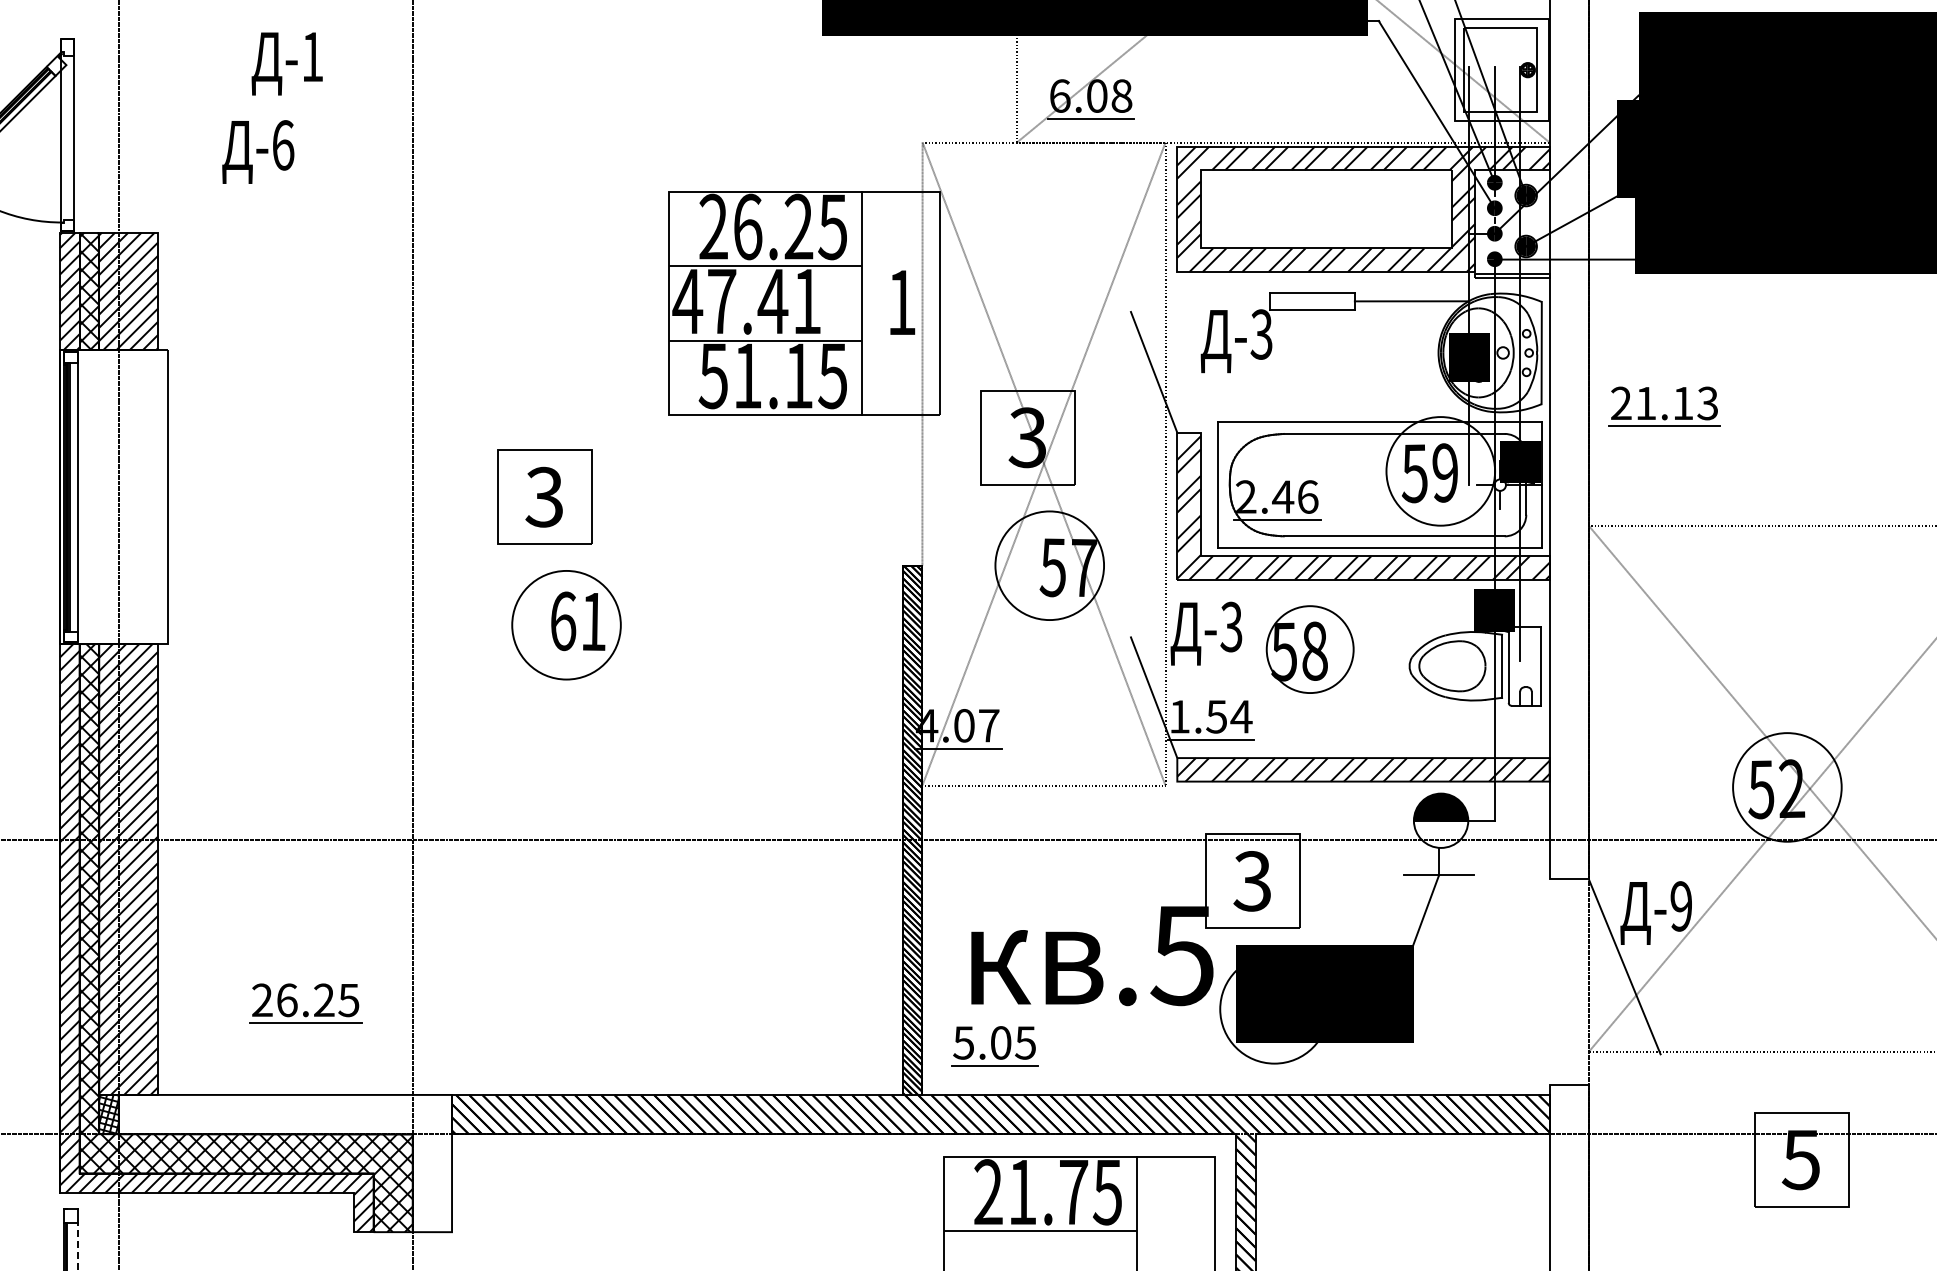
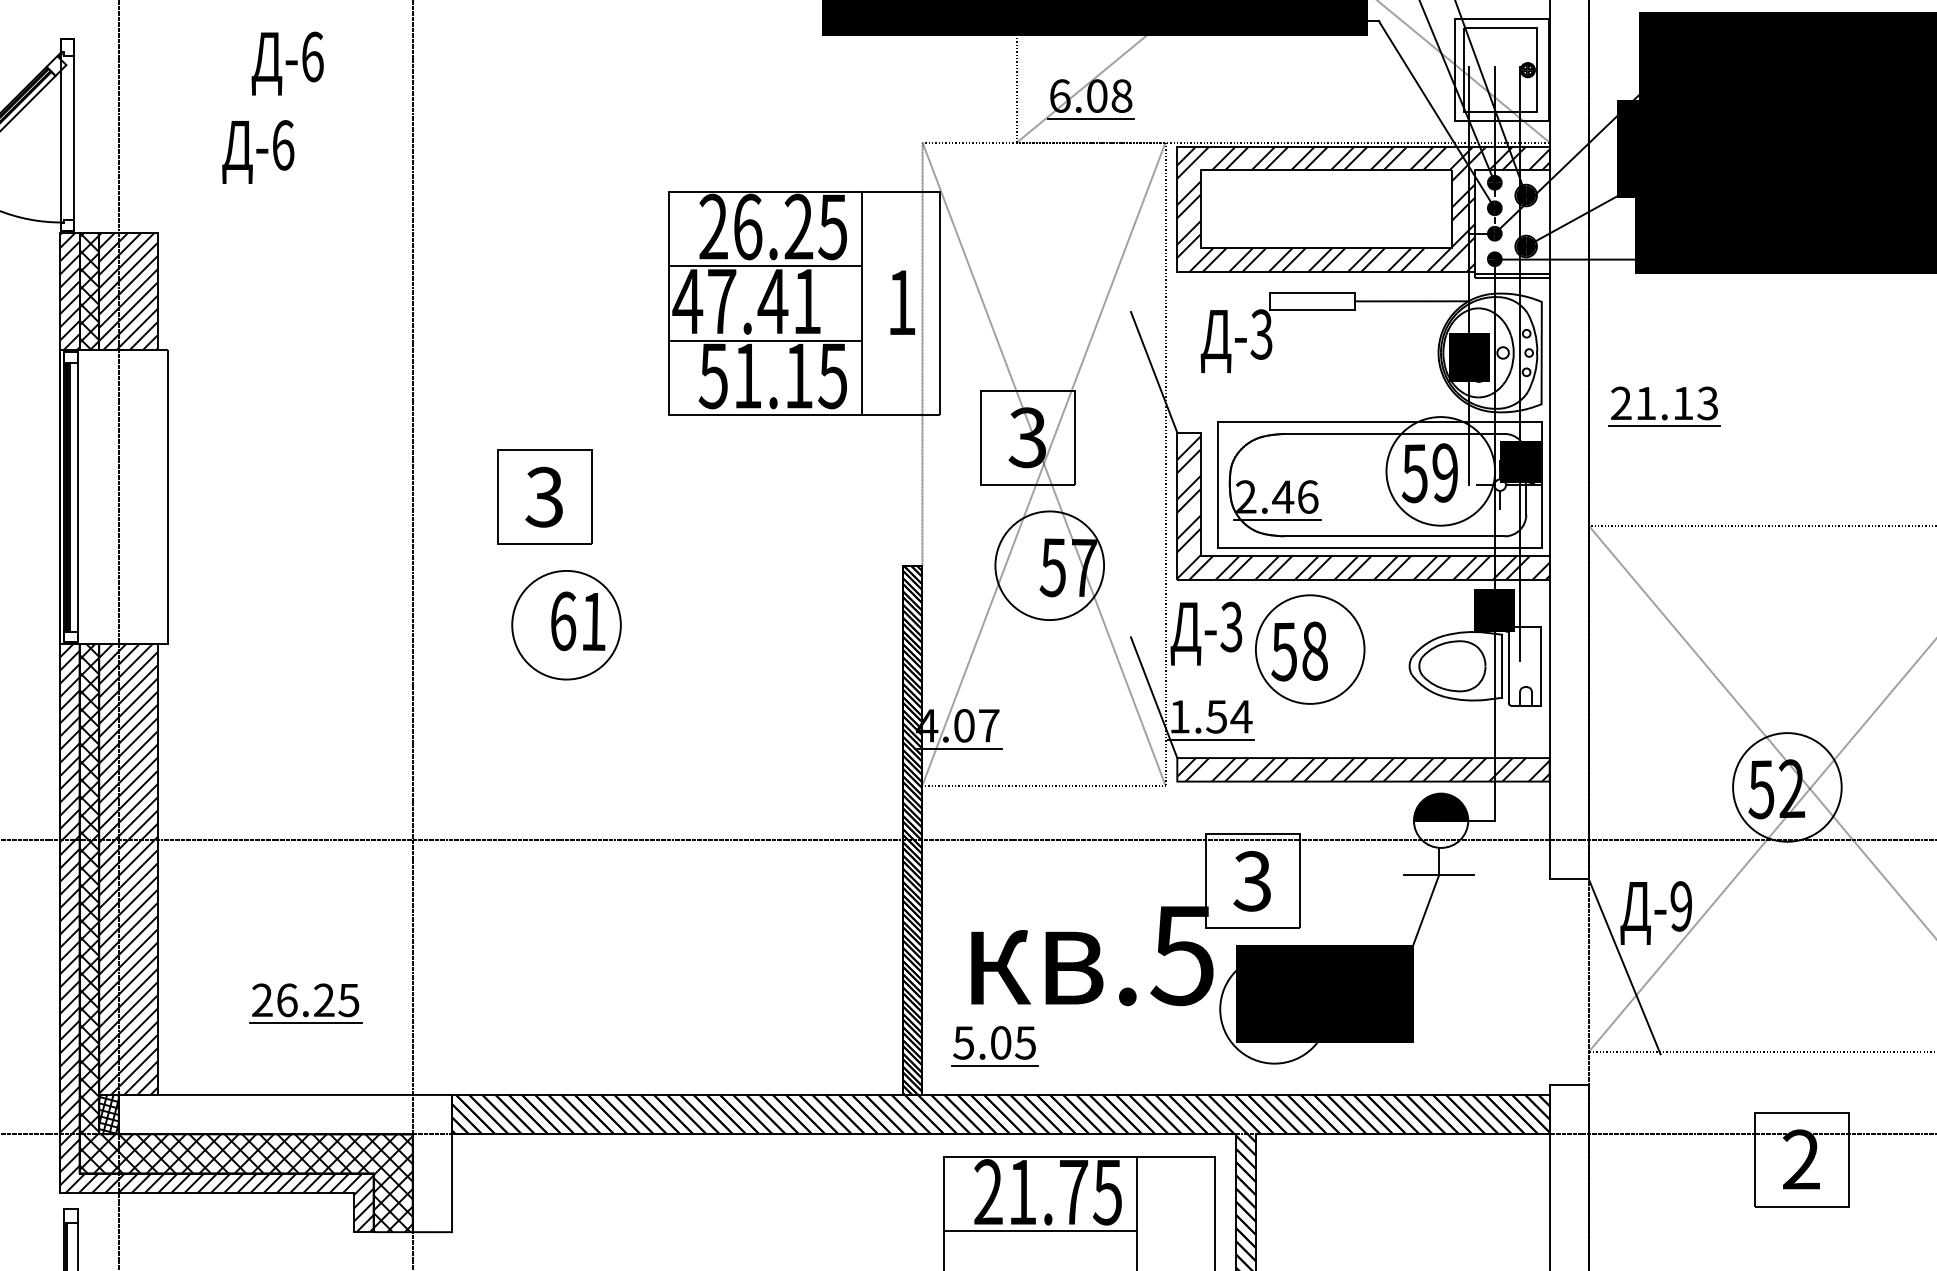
text at (312, 56): -1 -> -6
circle at (1309, 649) diameter: 87 px -> 109 px
text at (1800, 1159): 5 -> 2
line at (77, 1246): dashed -> solid
